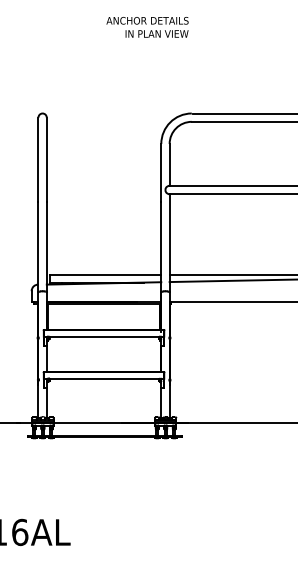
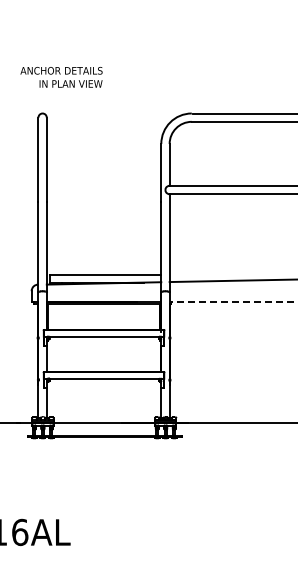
text at (147, 27) position: (147, 27) -> (61, 77)
line at (231, 275): present -> none
line at (233, 302): solid -> dashed
